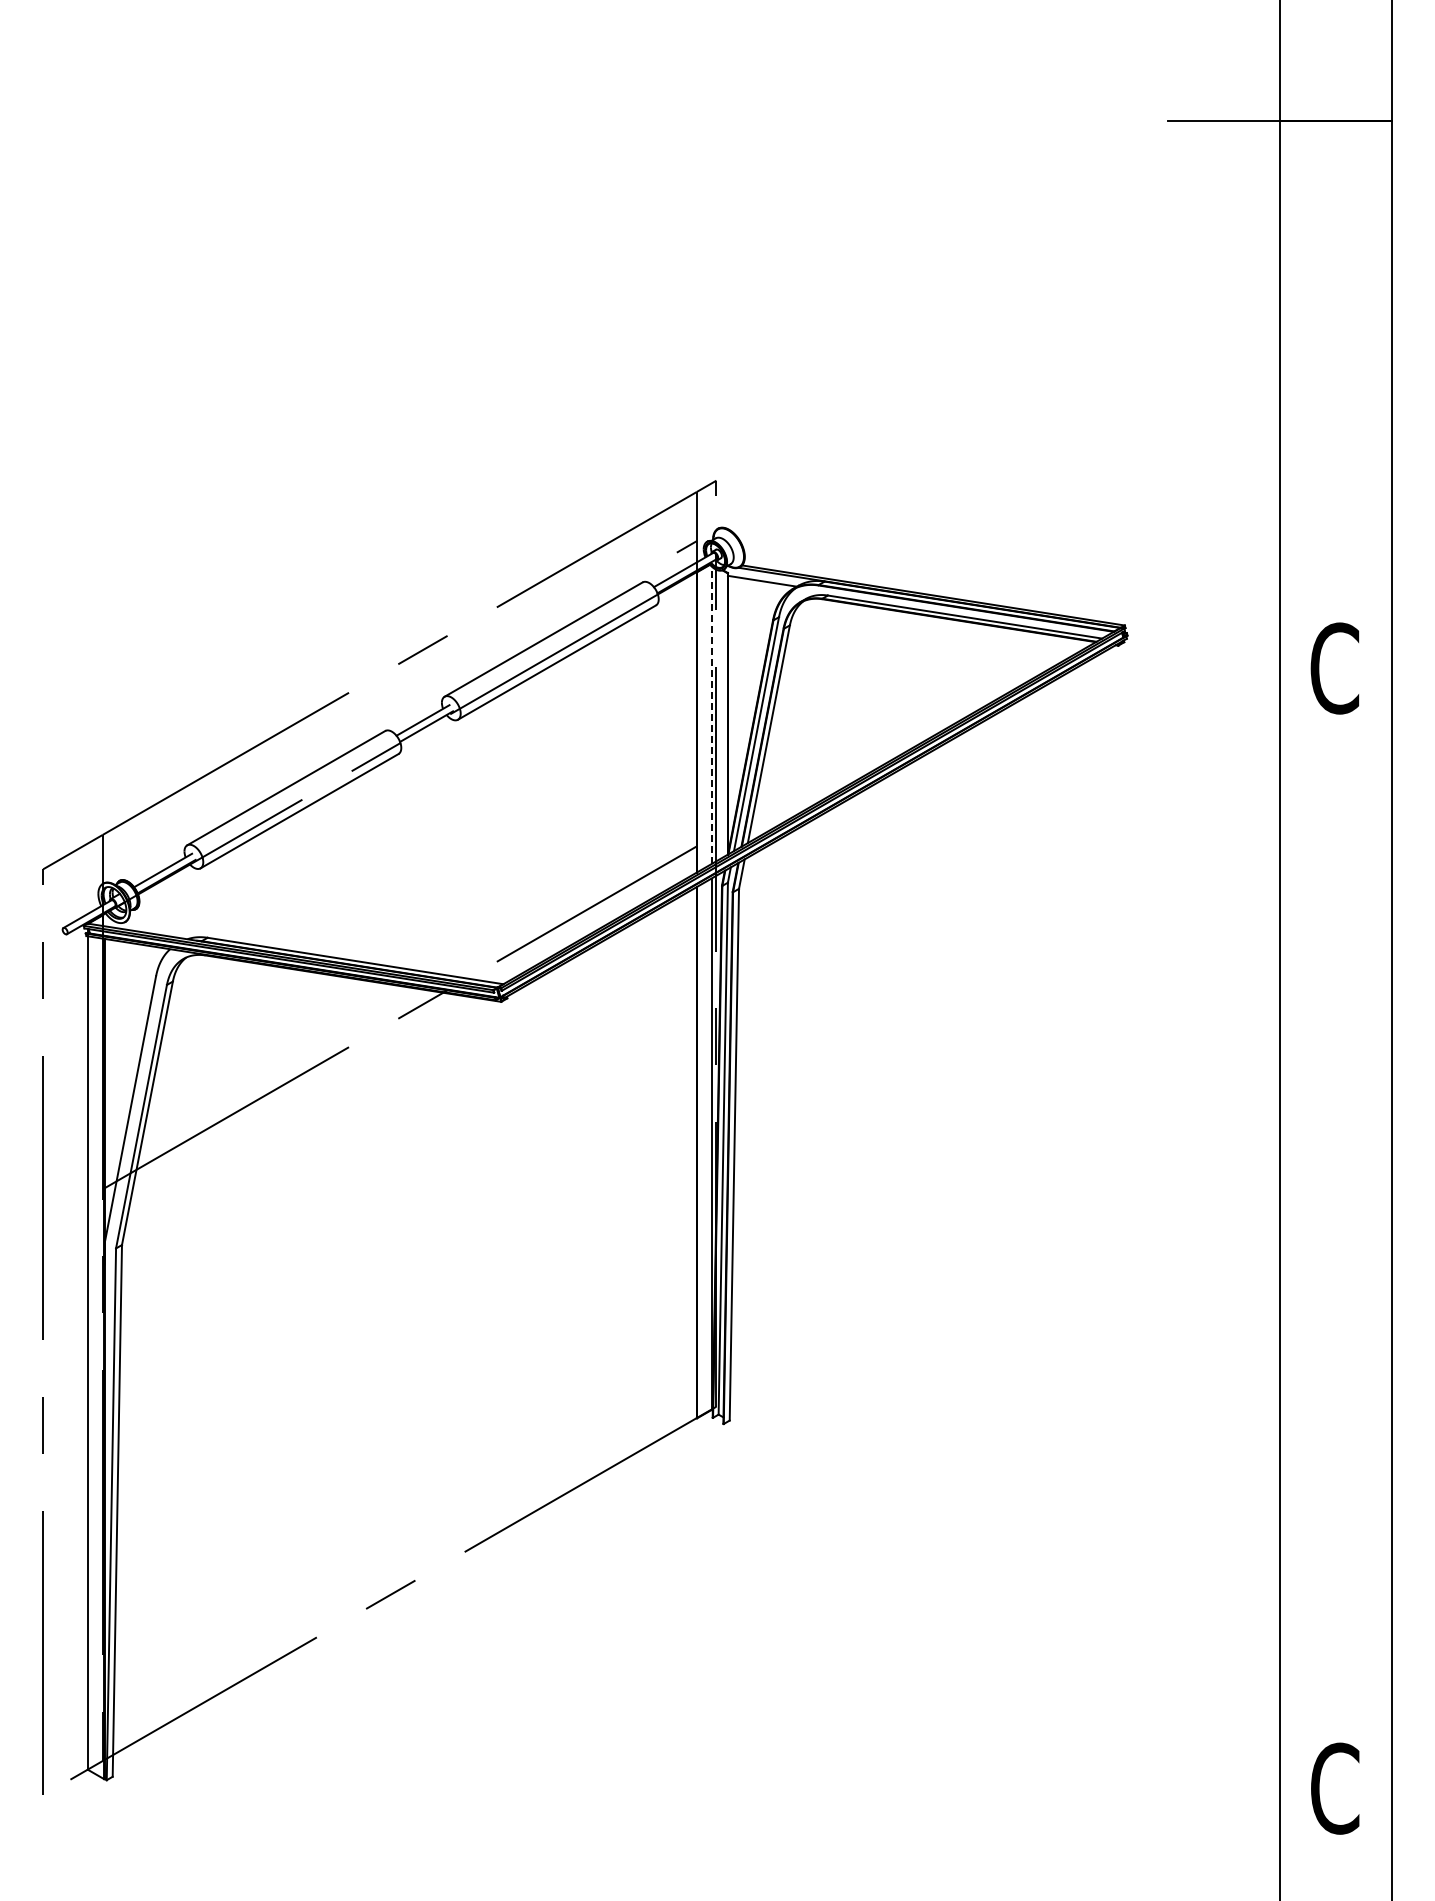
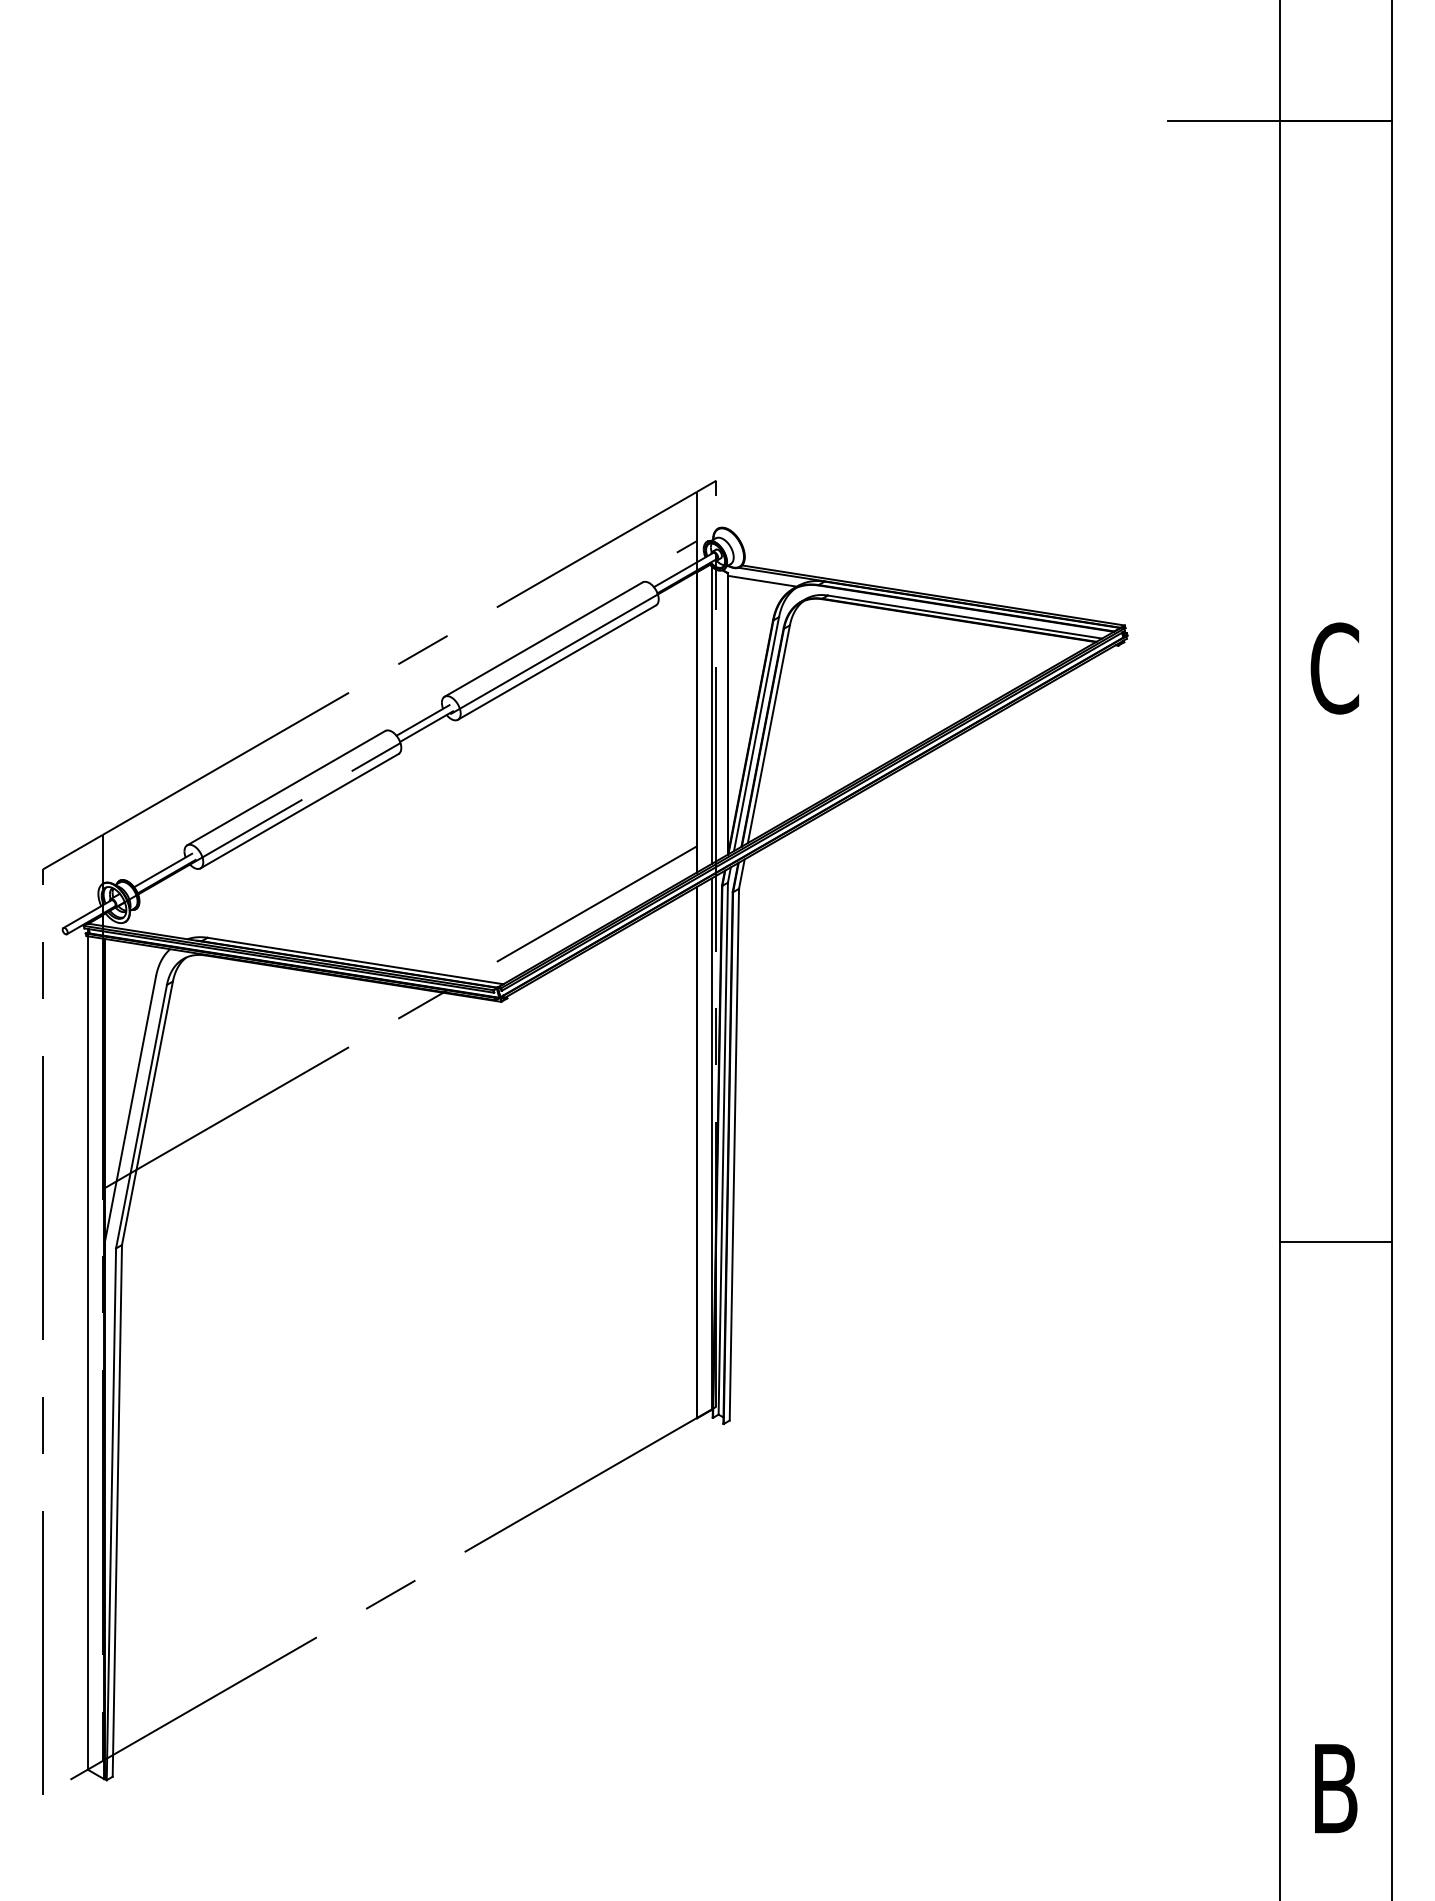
line at (711, 715): dashed -> solid
line at (1335, 1241): none -> present
text at (1335, 1788): C -> B
